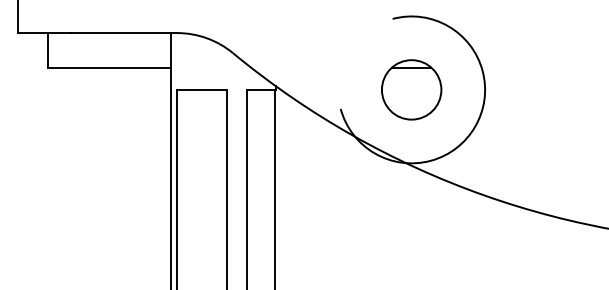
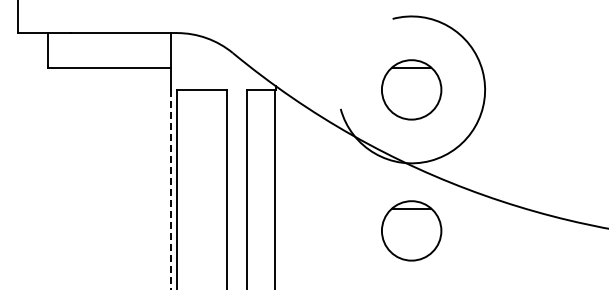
line at (170, 190): solid -> dashed
part at (411, 230): none -> present
